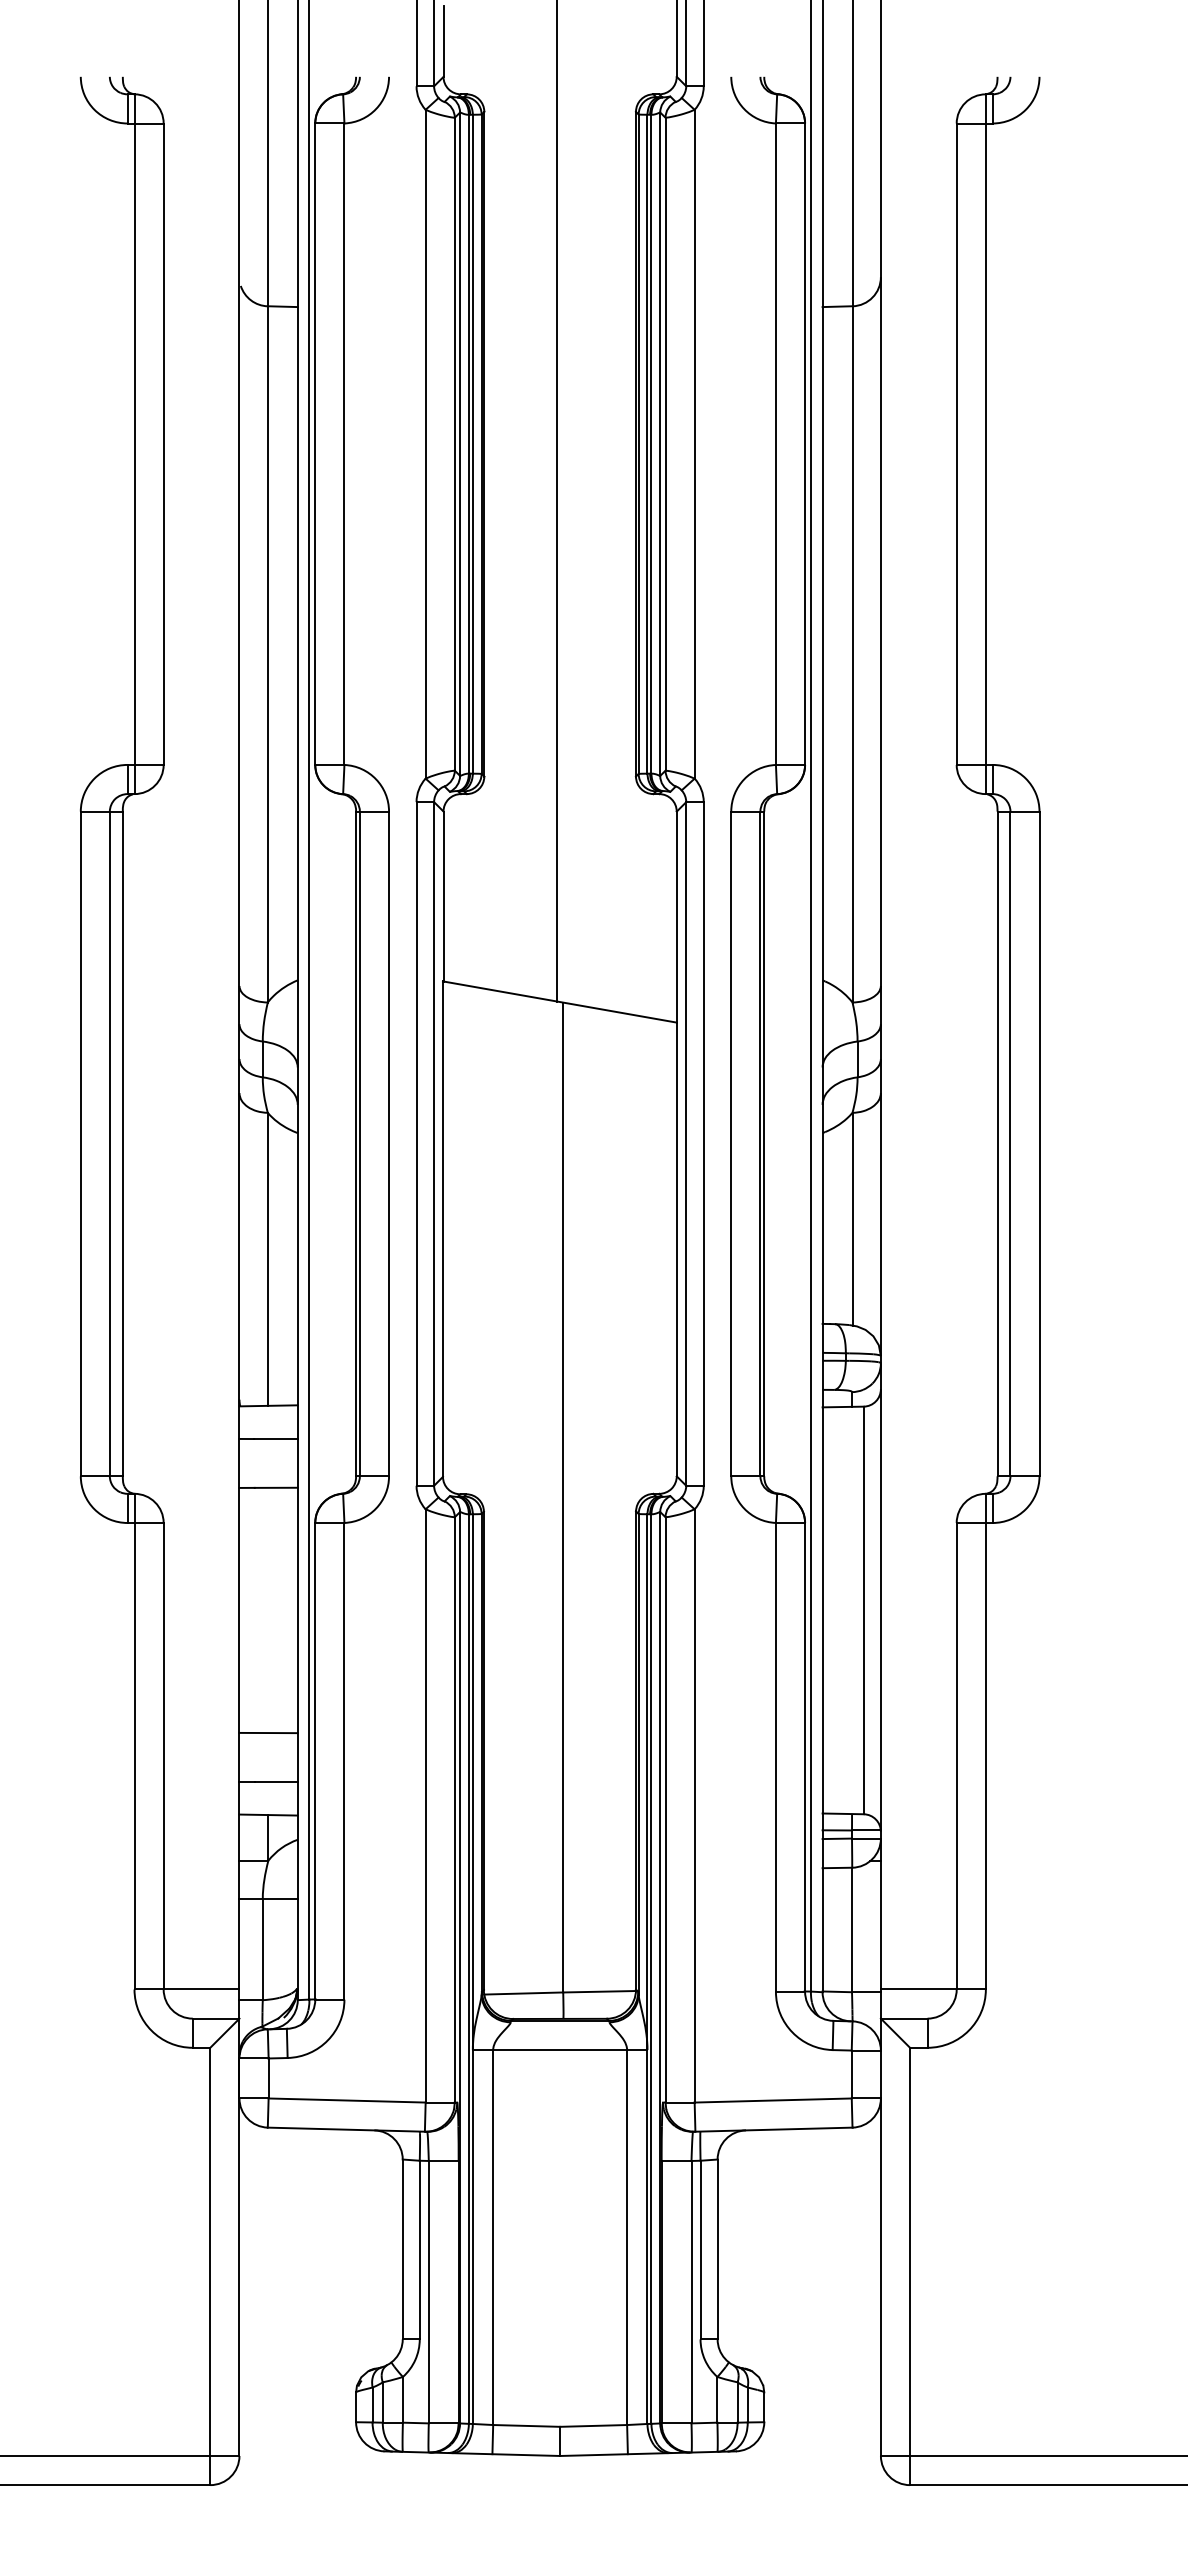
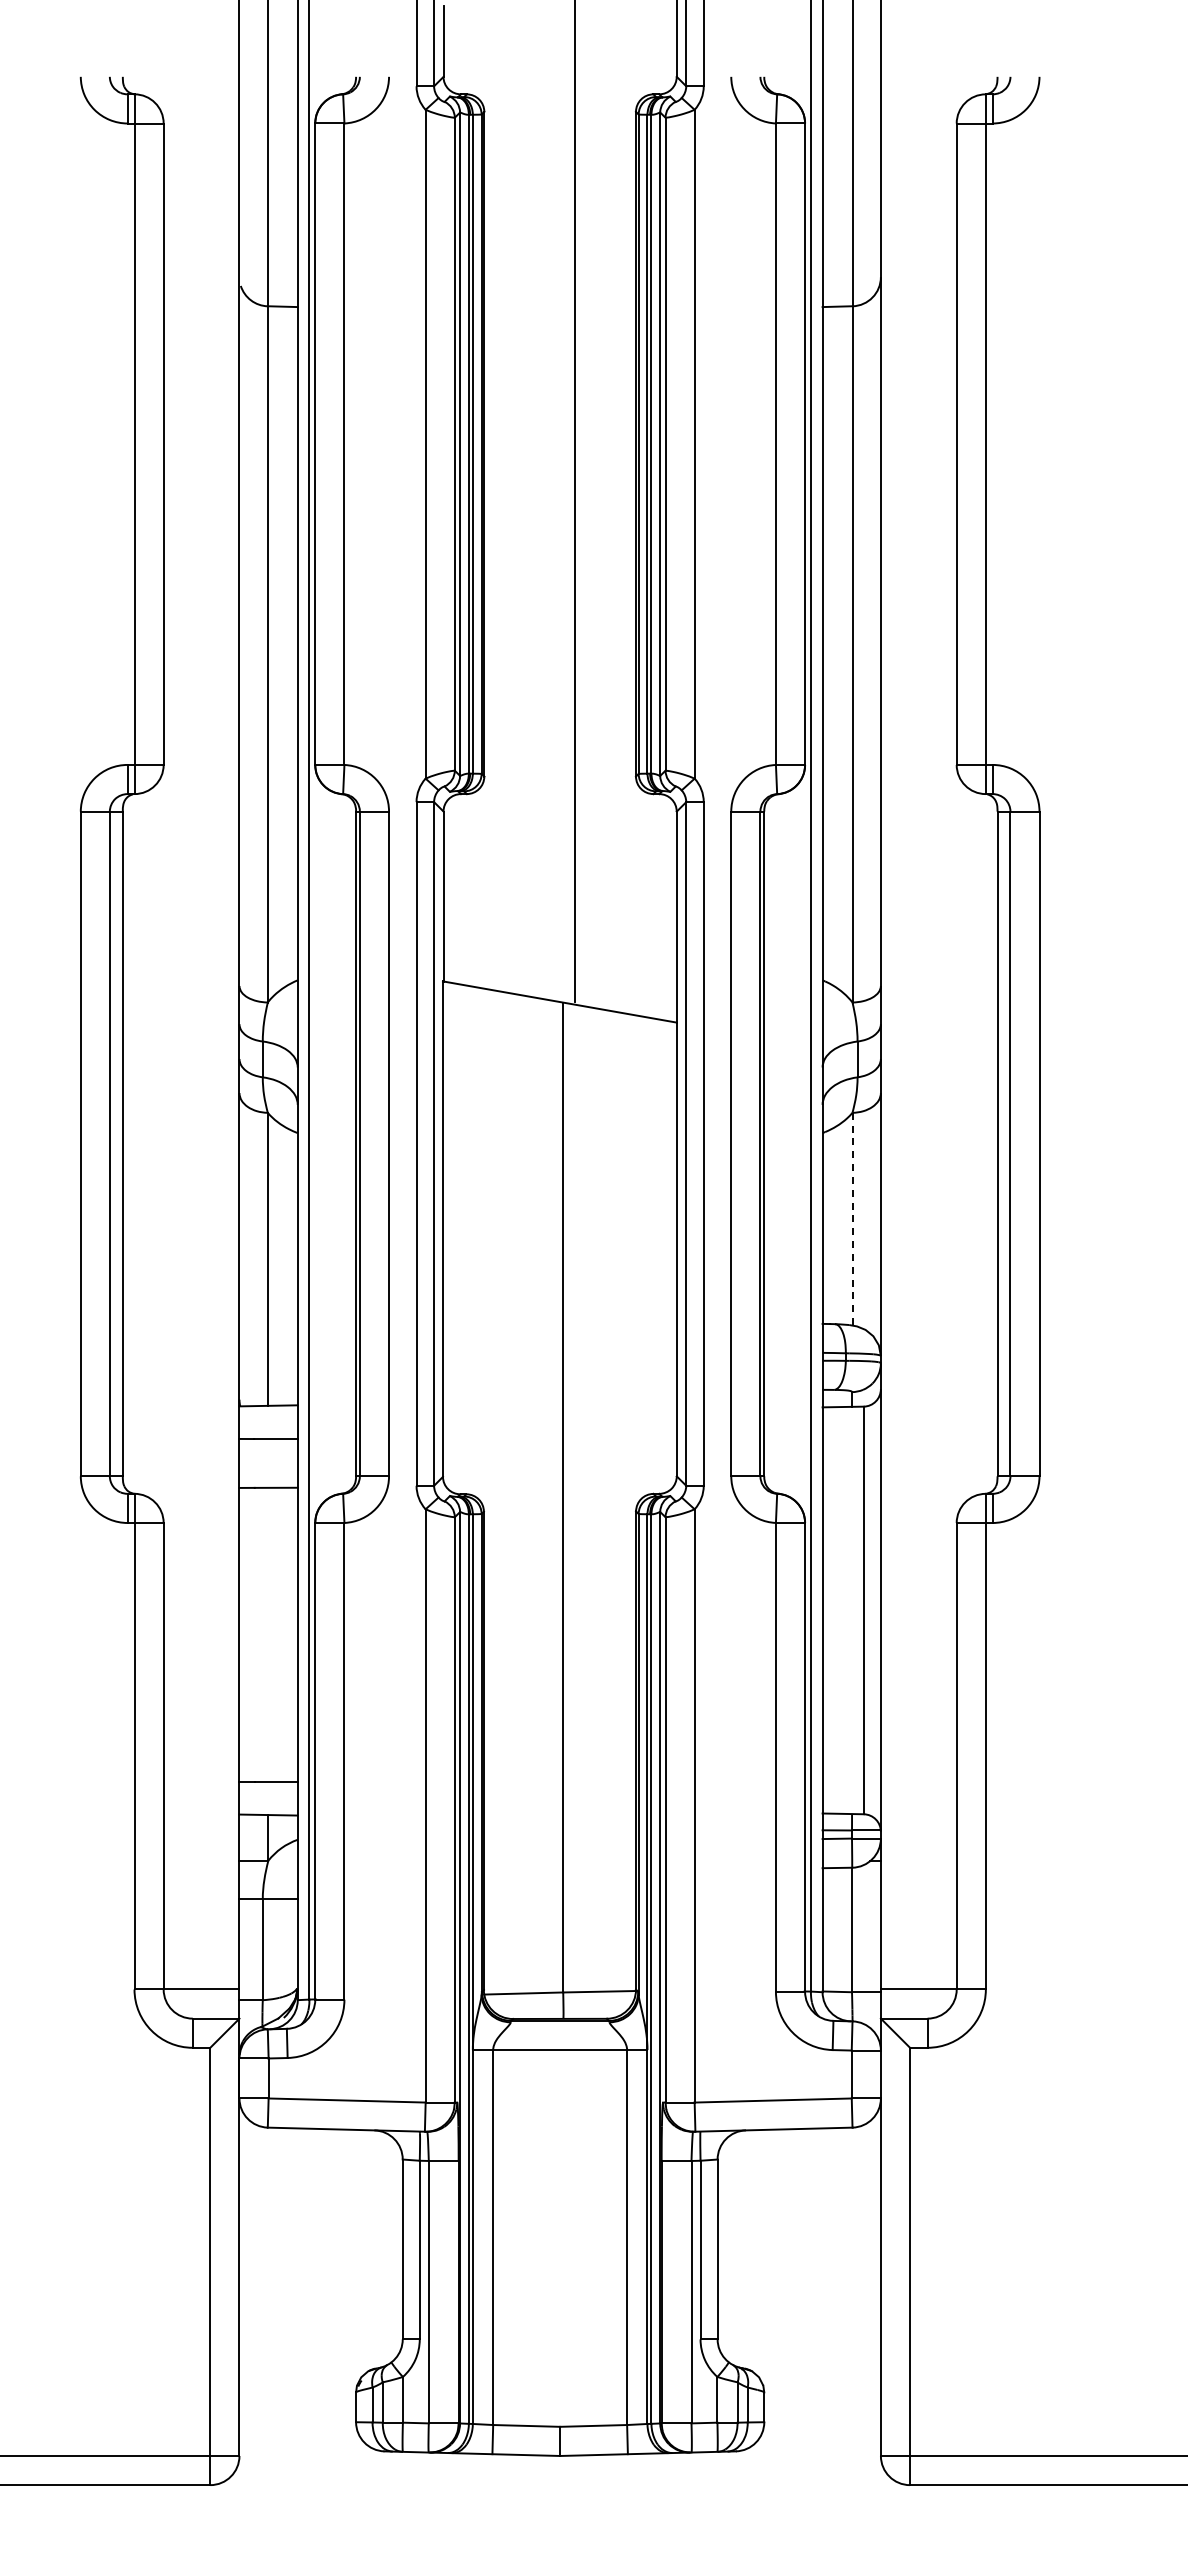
line at (557, 501) position: (557, 501) -> (575, 501)
line at (852, 1219): solid -> dashed
line at (268, 1732): present -> none
